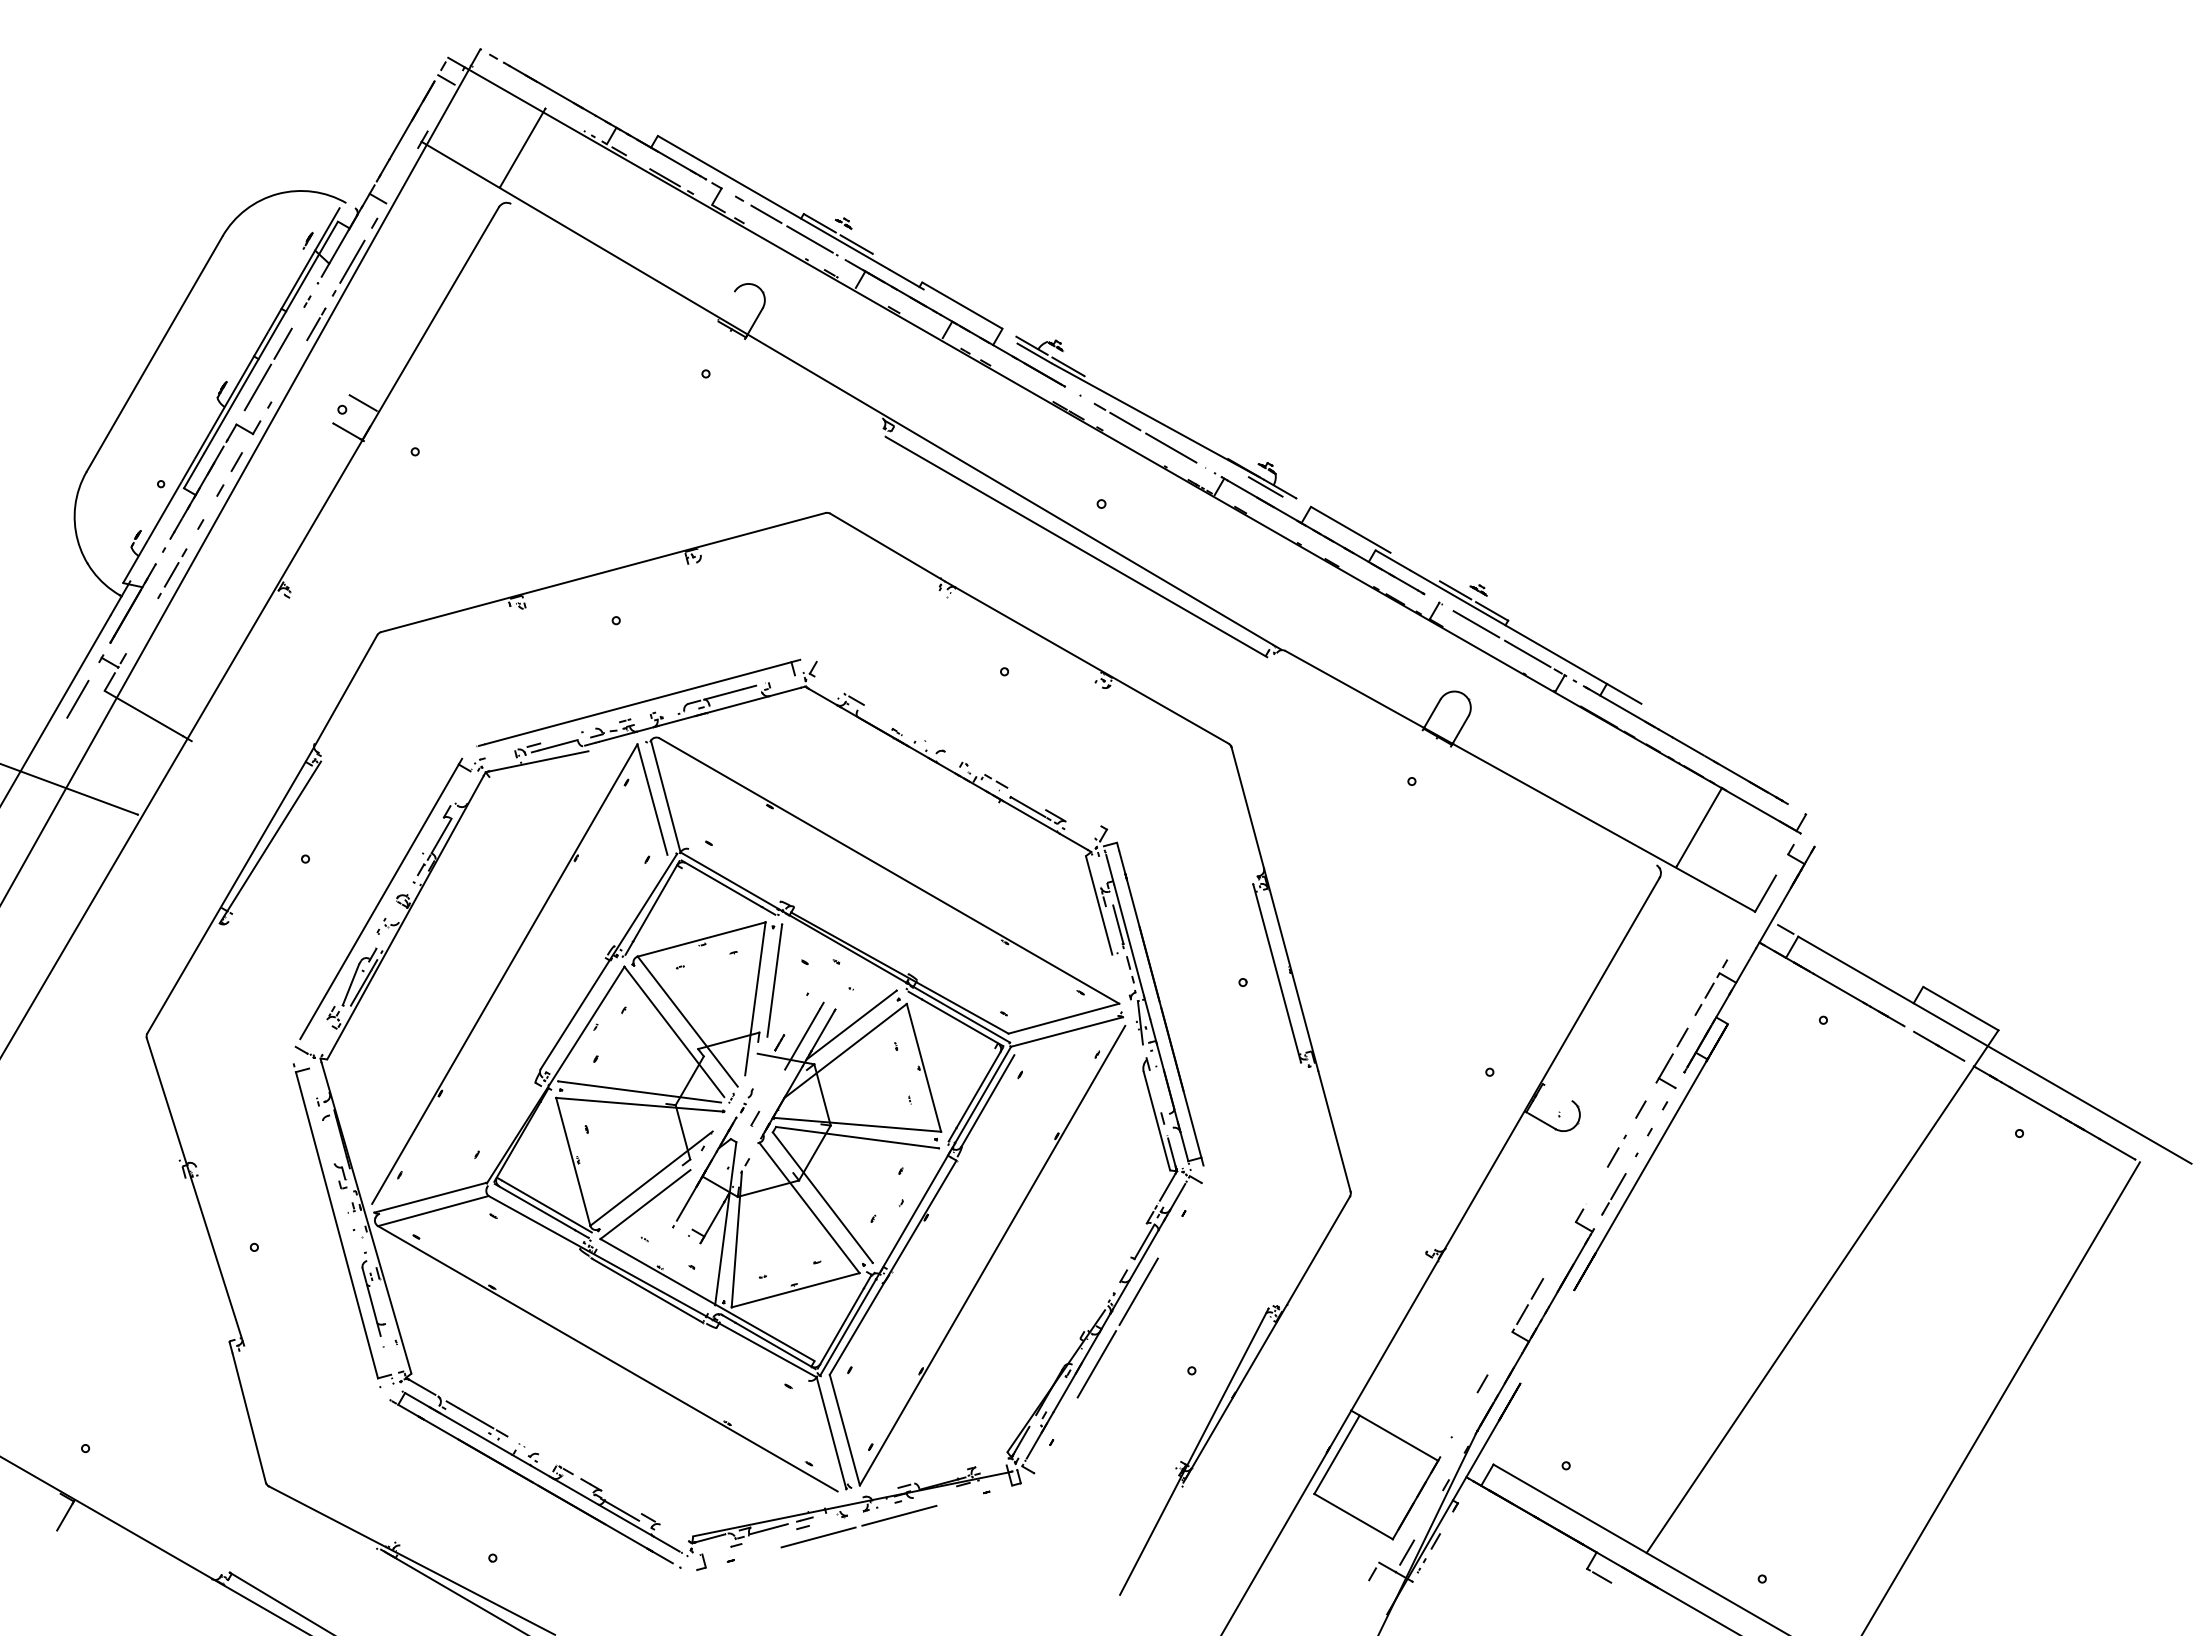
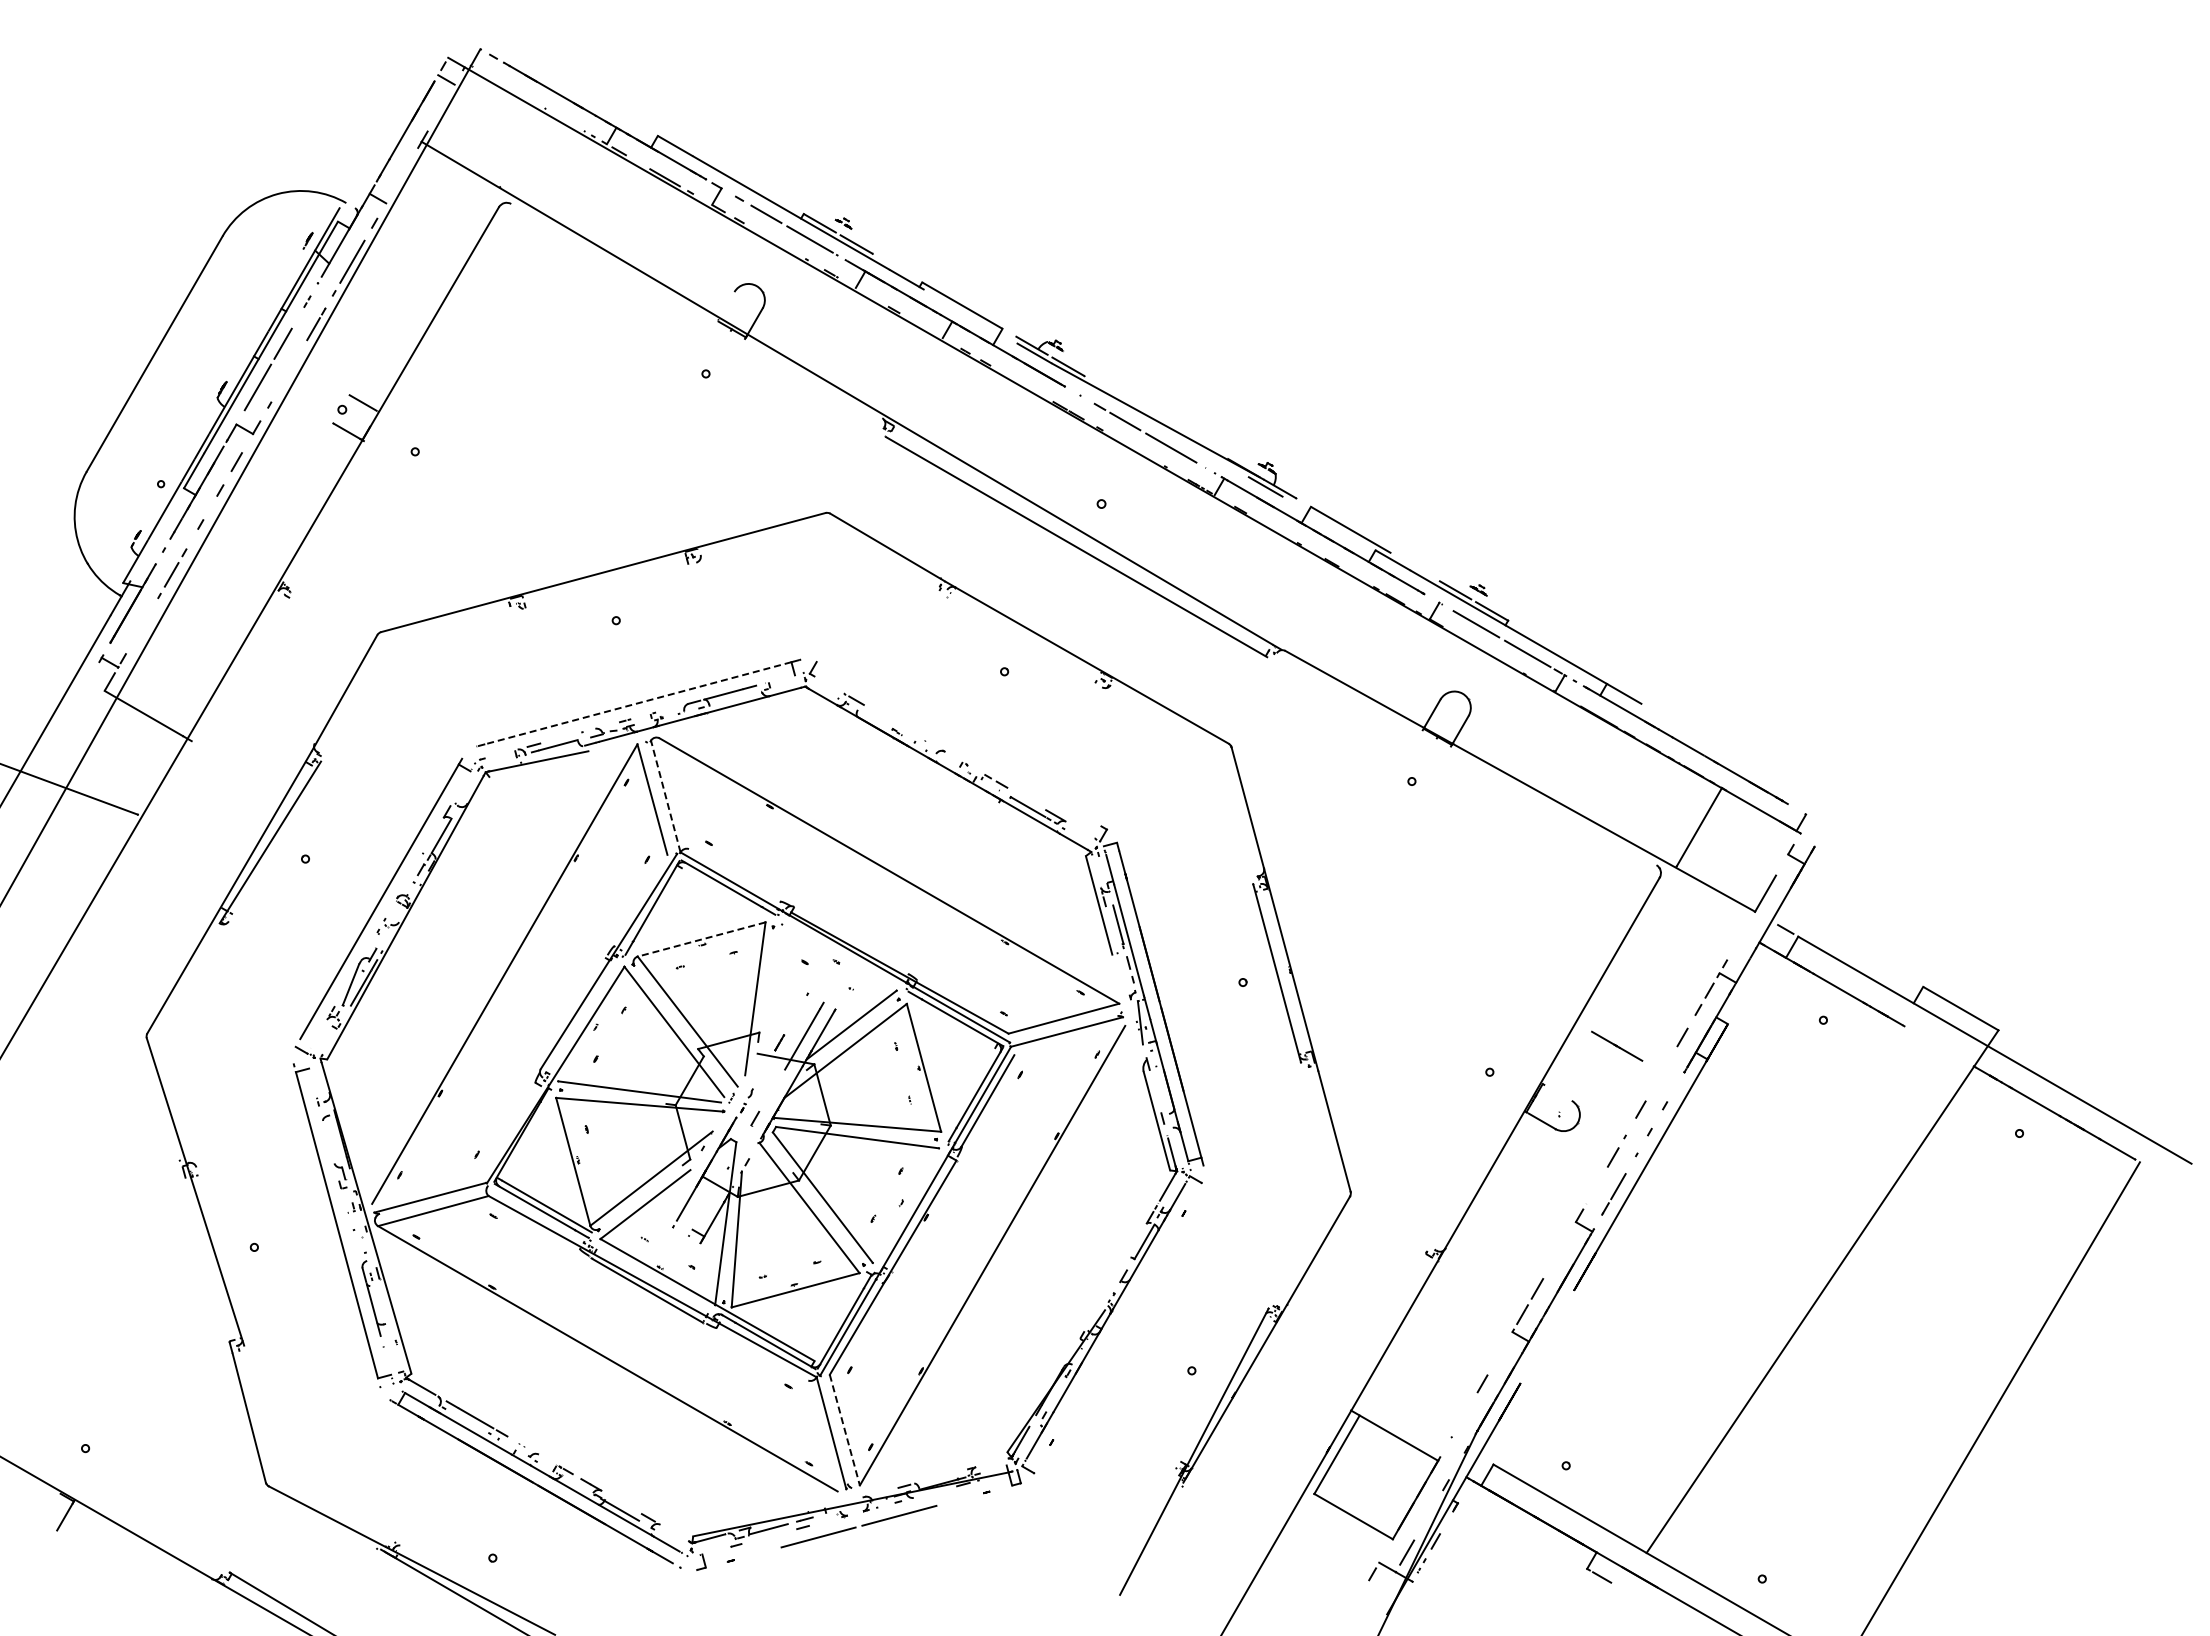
line at (522, 147): present -> none
line at (77, 698): present -> none
line at (638, 703): solid -> dashed
line at (665, 796): solid -> dashed
line at (701, 939): solid -> dashed
line at (774, 980): present -> none
line at (1939, 1045) position: (1939, 1045) -> (1617, 1045)
part at (1665, 1071): present -> none
line at (1118, 1325): present -> none
line at (844, 1430): solid -> dashed
